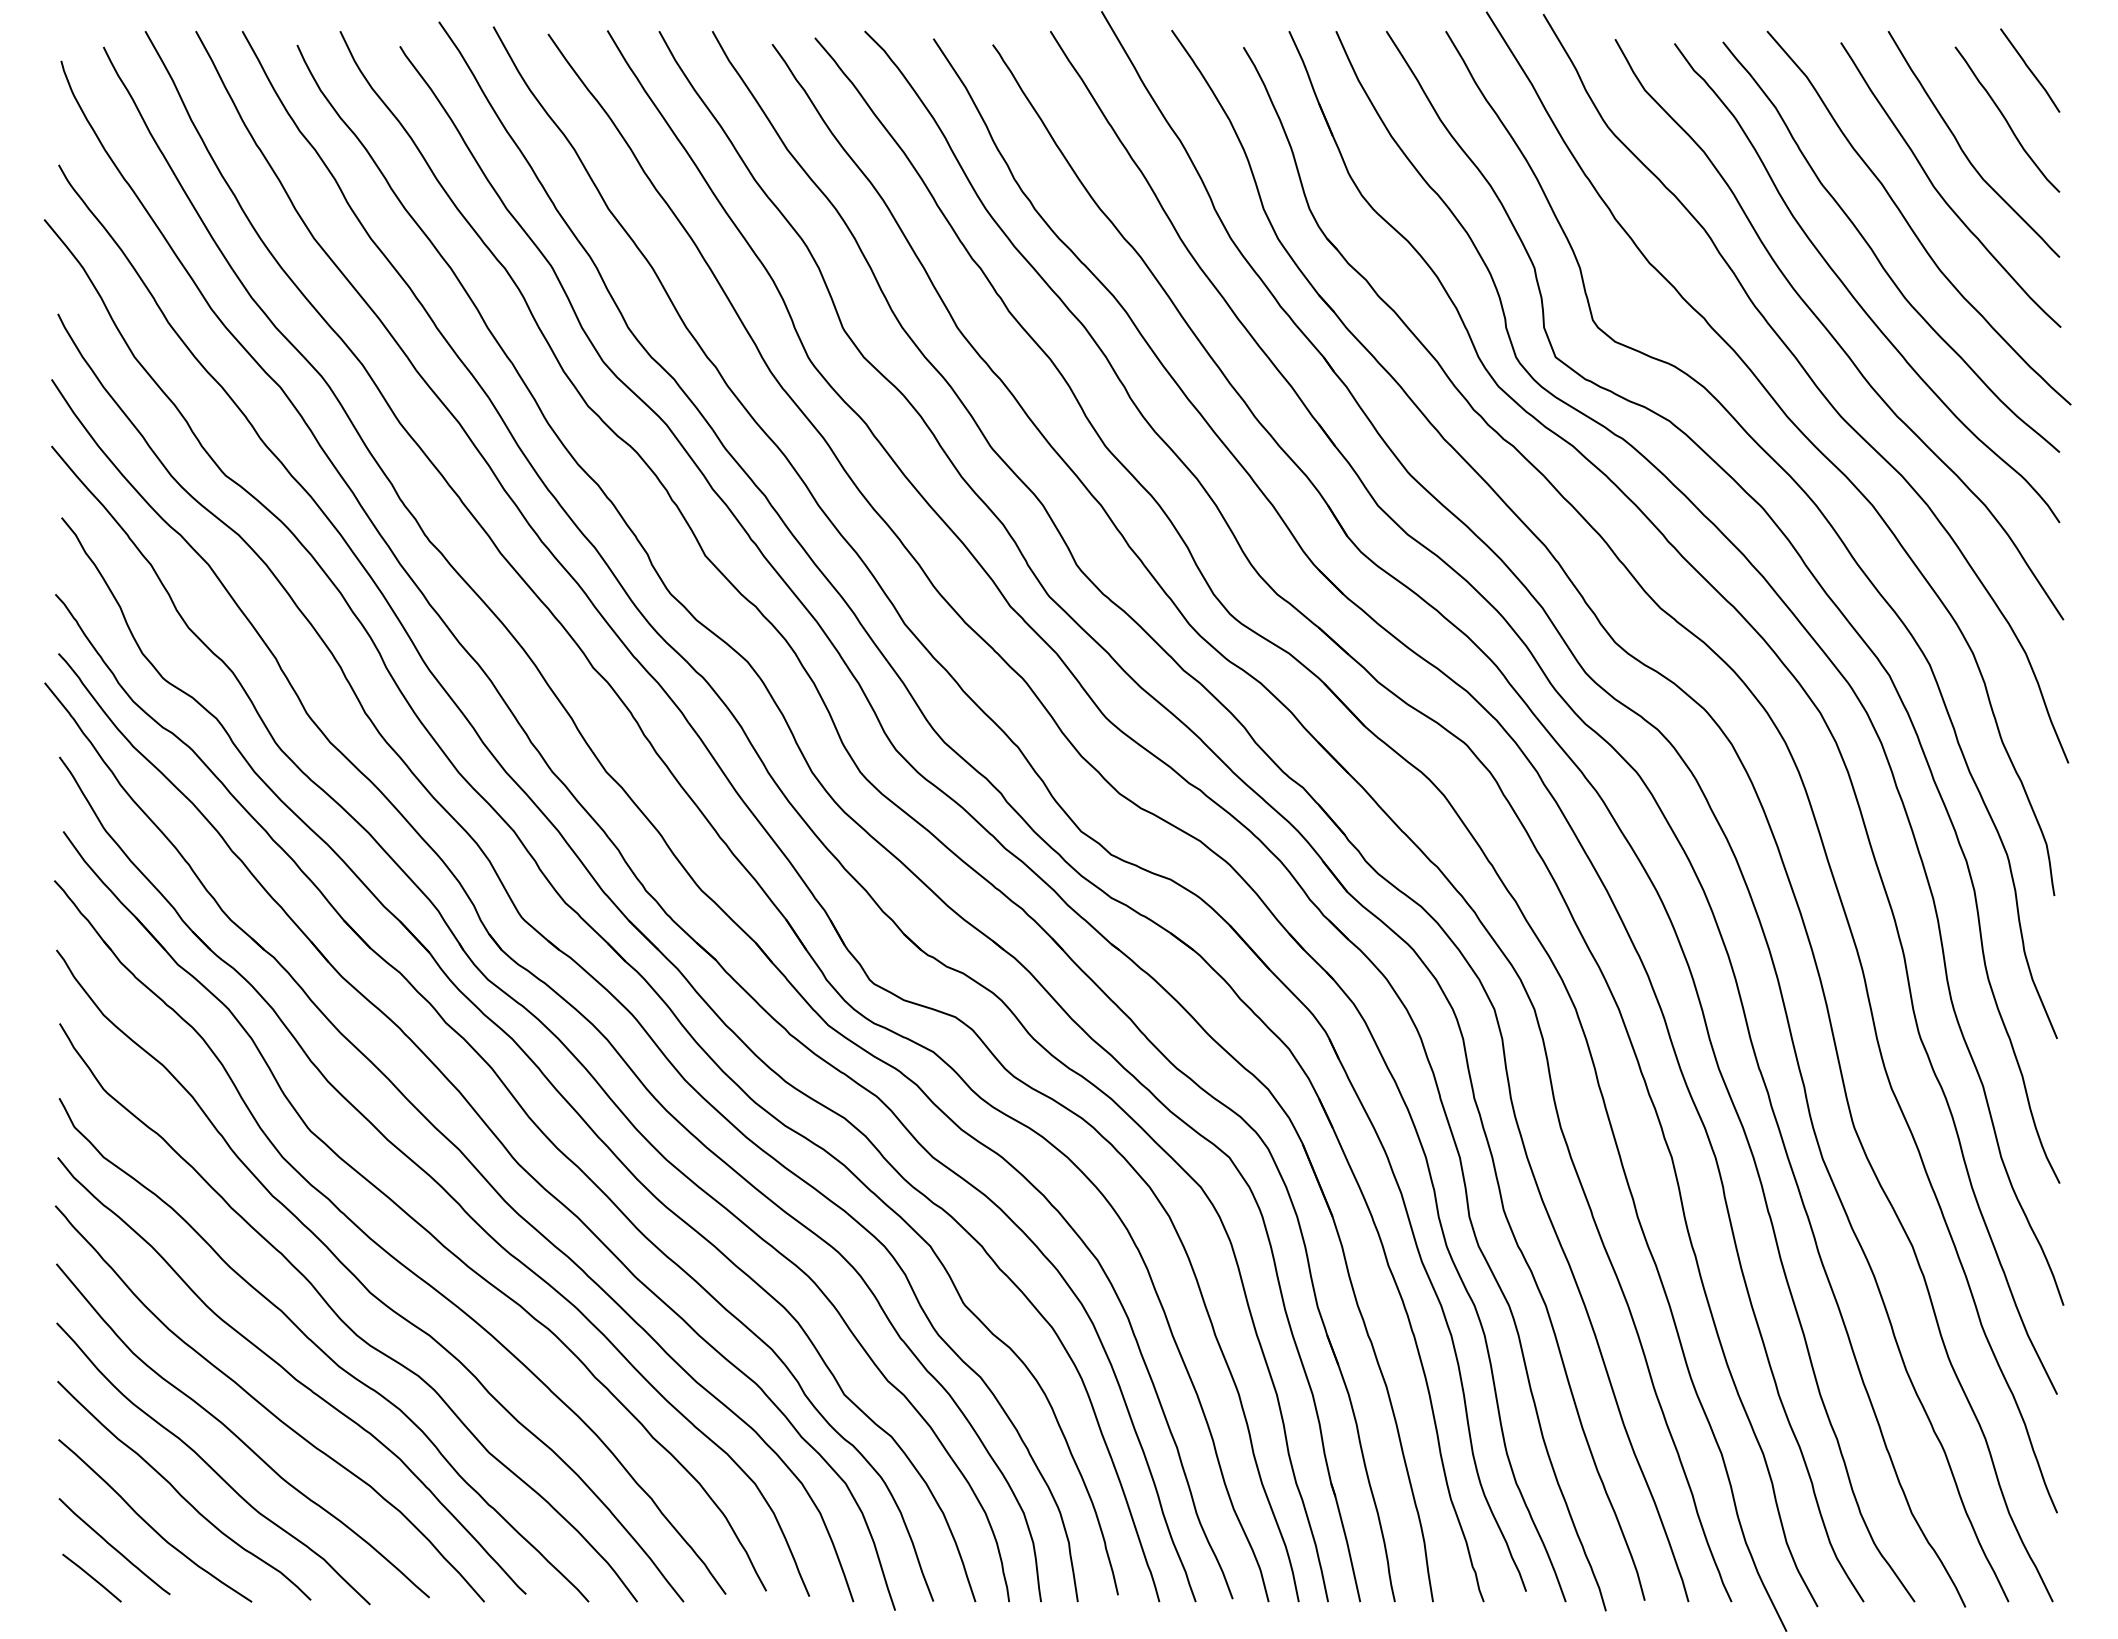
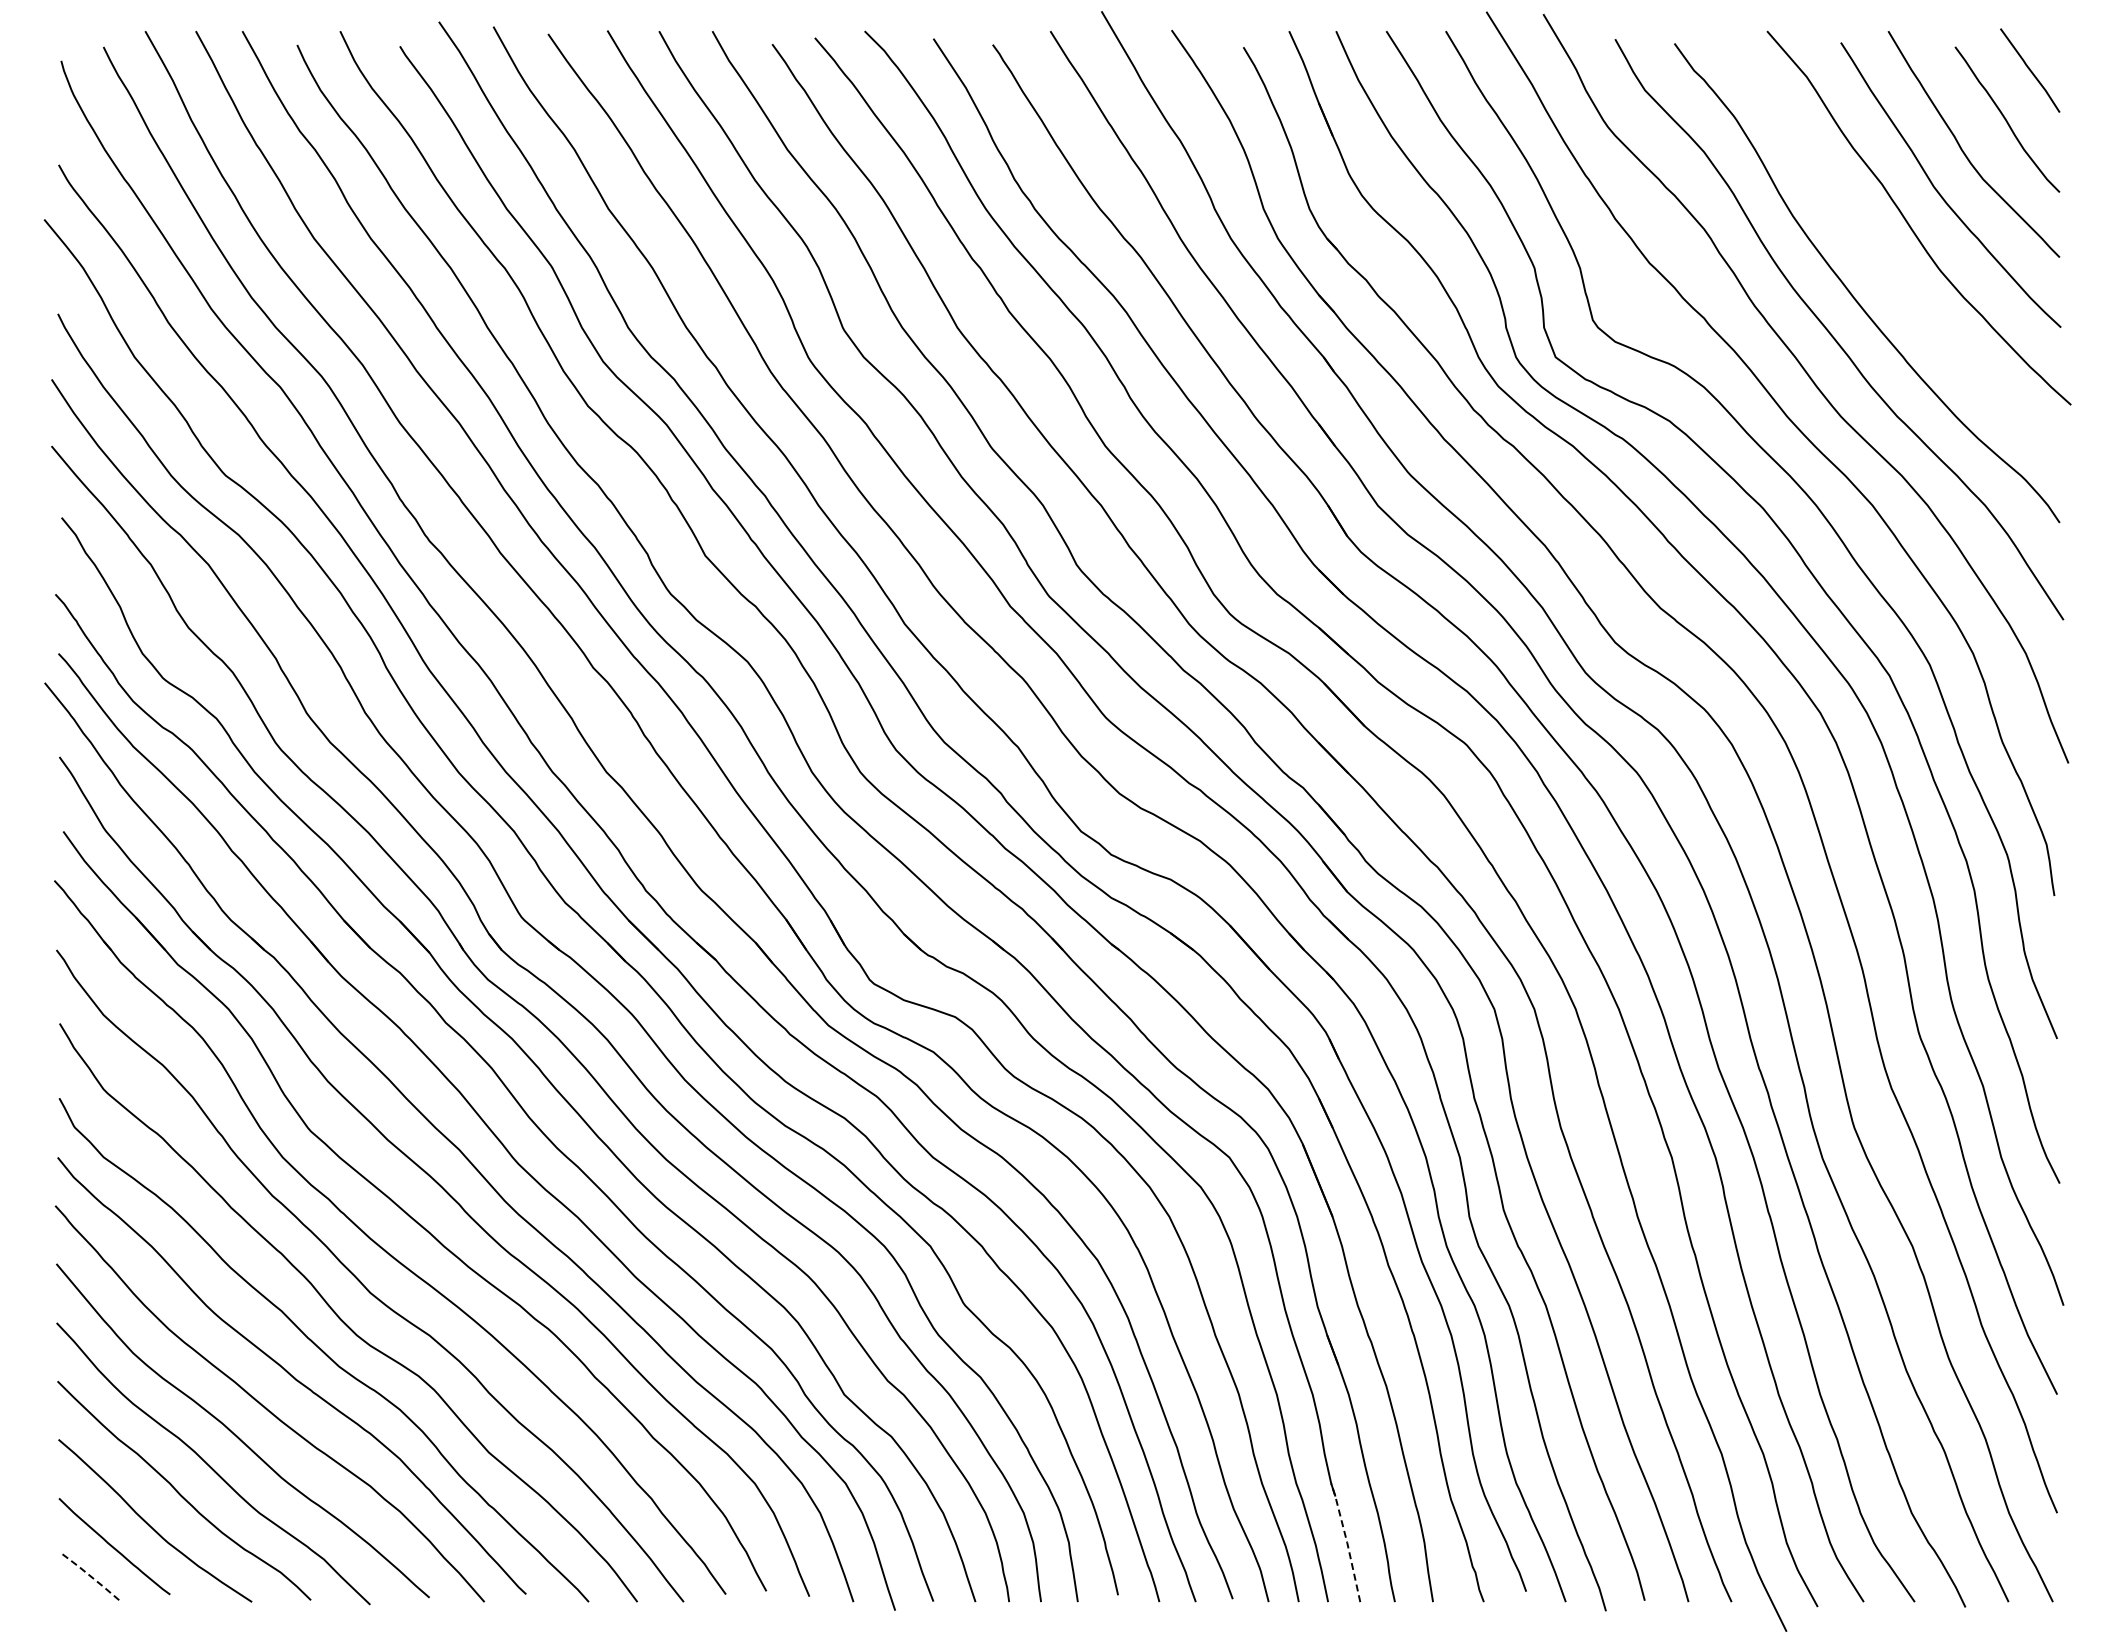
curve at (1877, 256): present -> none
line at (1347, 1541): solid -> dashed
line at (92, 1577): solid -> dashed
